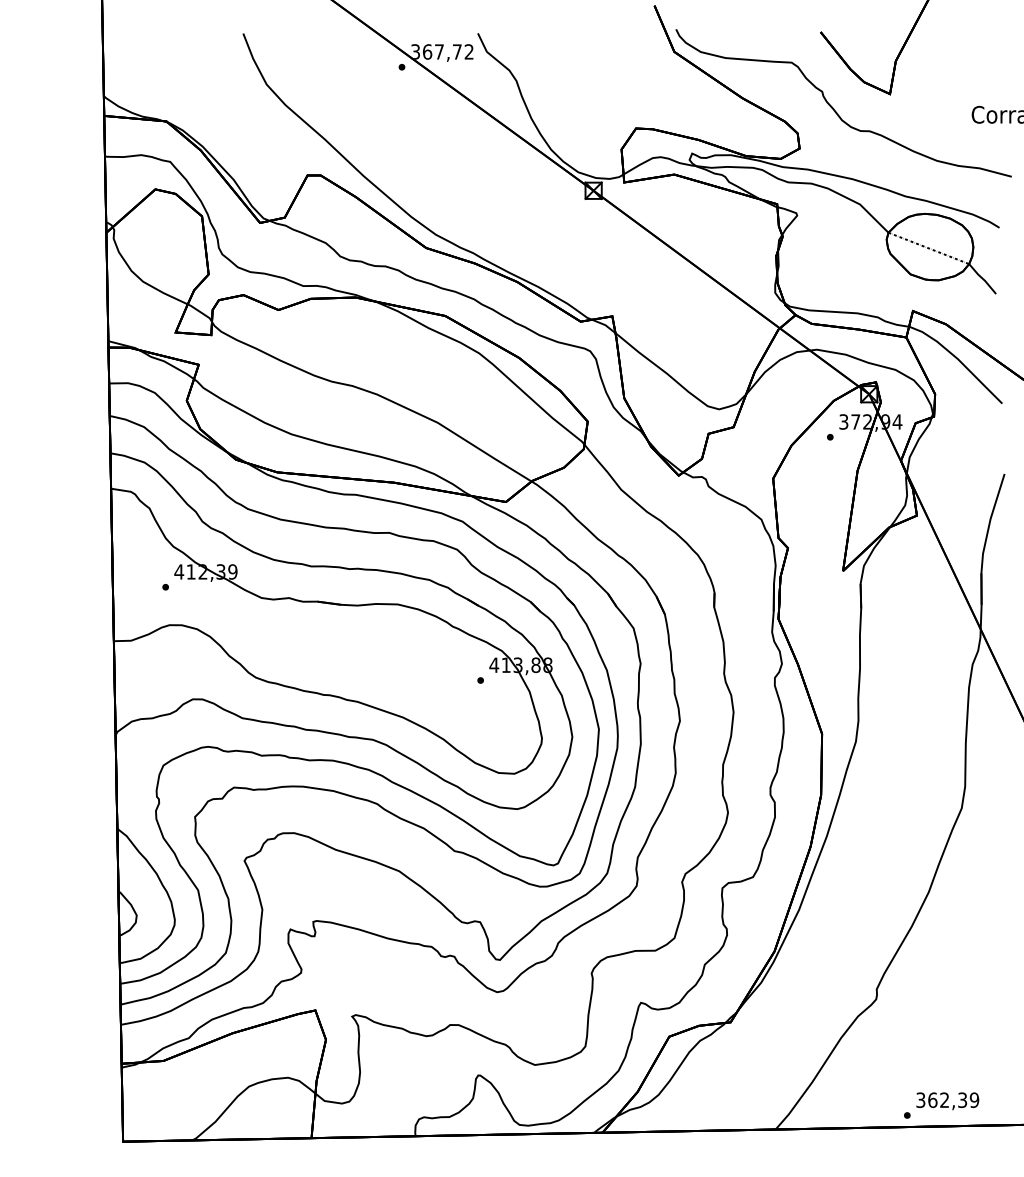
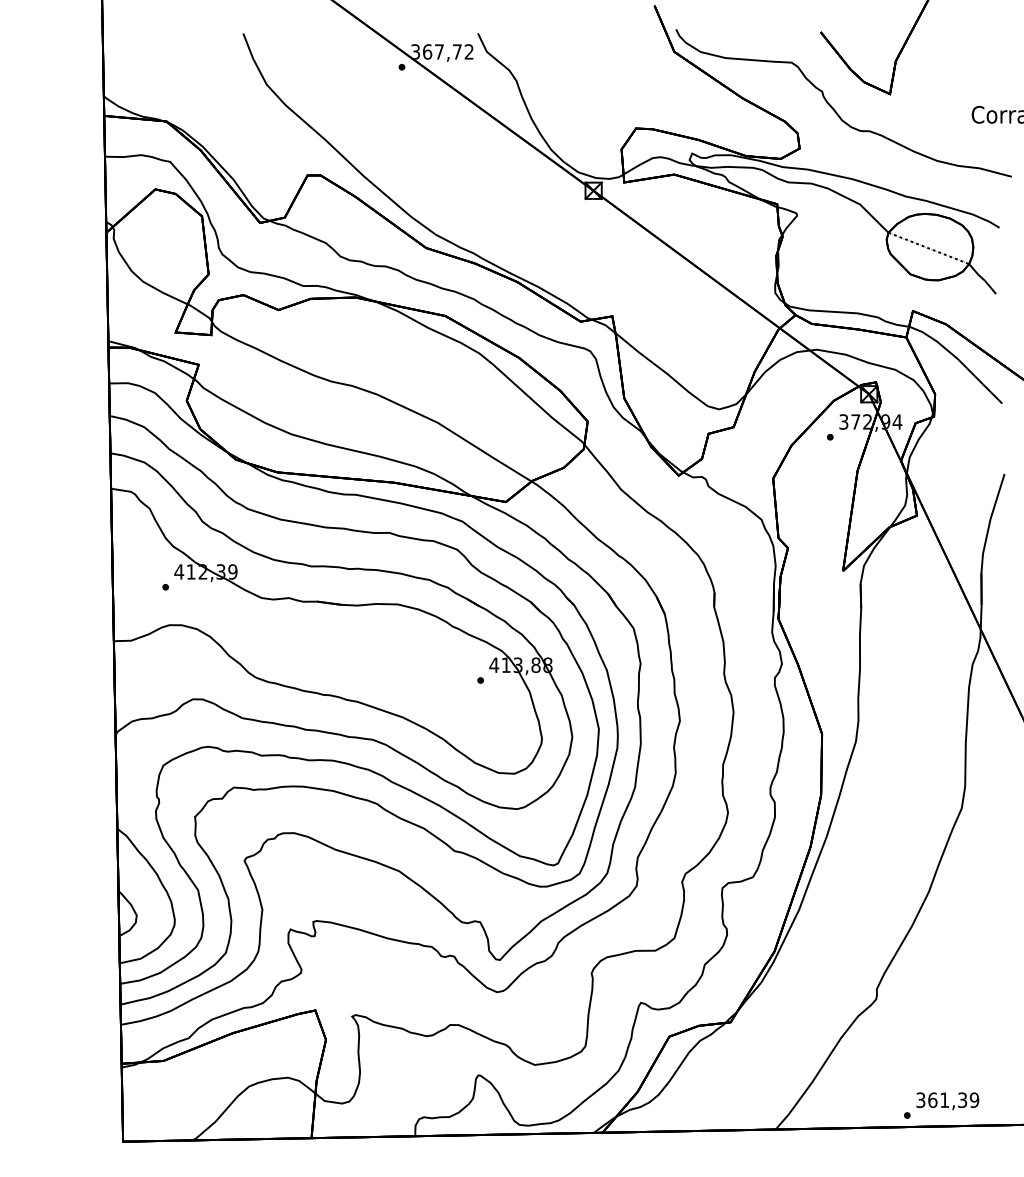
text at (944, 1099): 362,39 -> 361,39
